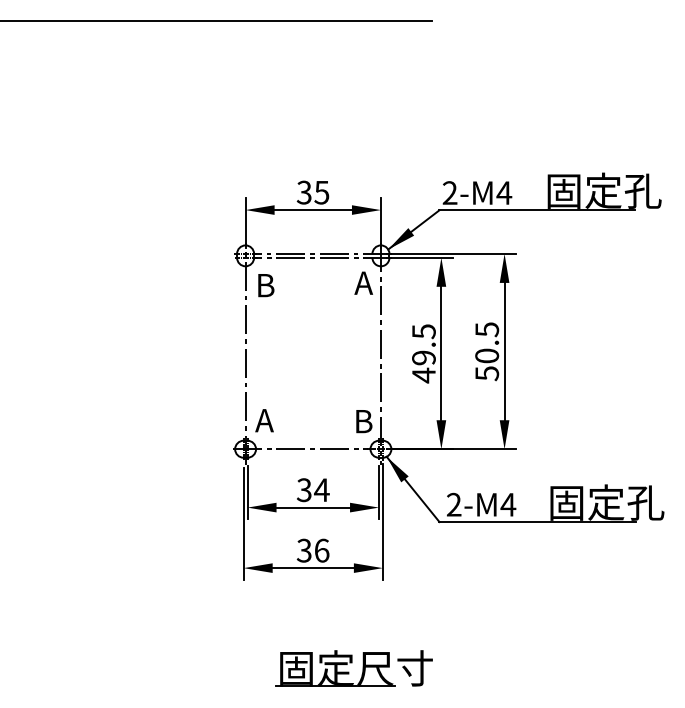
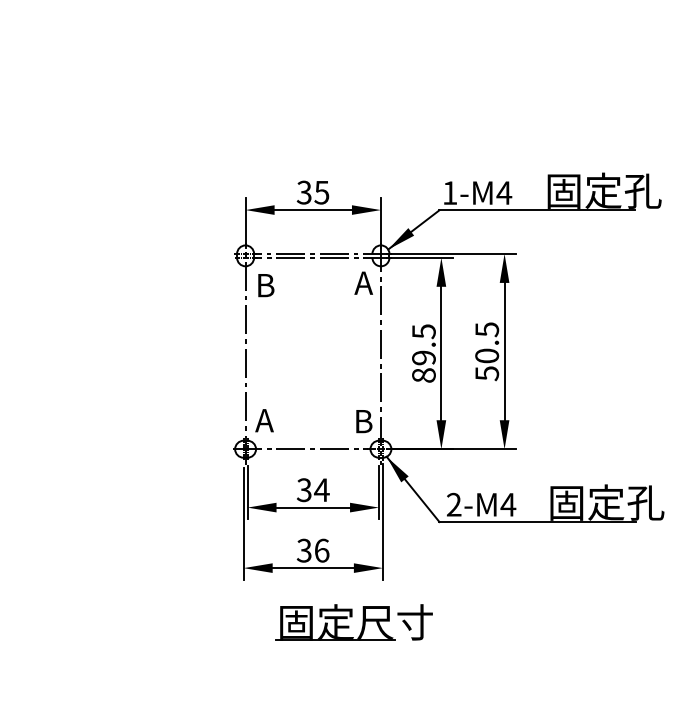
line at (216, 21): present -> none
text at (449, 192): 2-M4 -> 1-M4
text at (423, 375): 49.5 -> 89.5
part at (353, 668) position: (353, 668) -> (353, 622)
